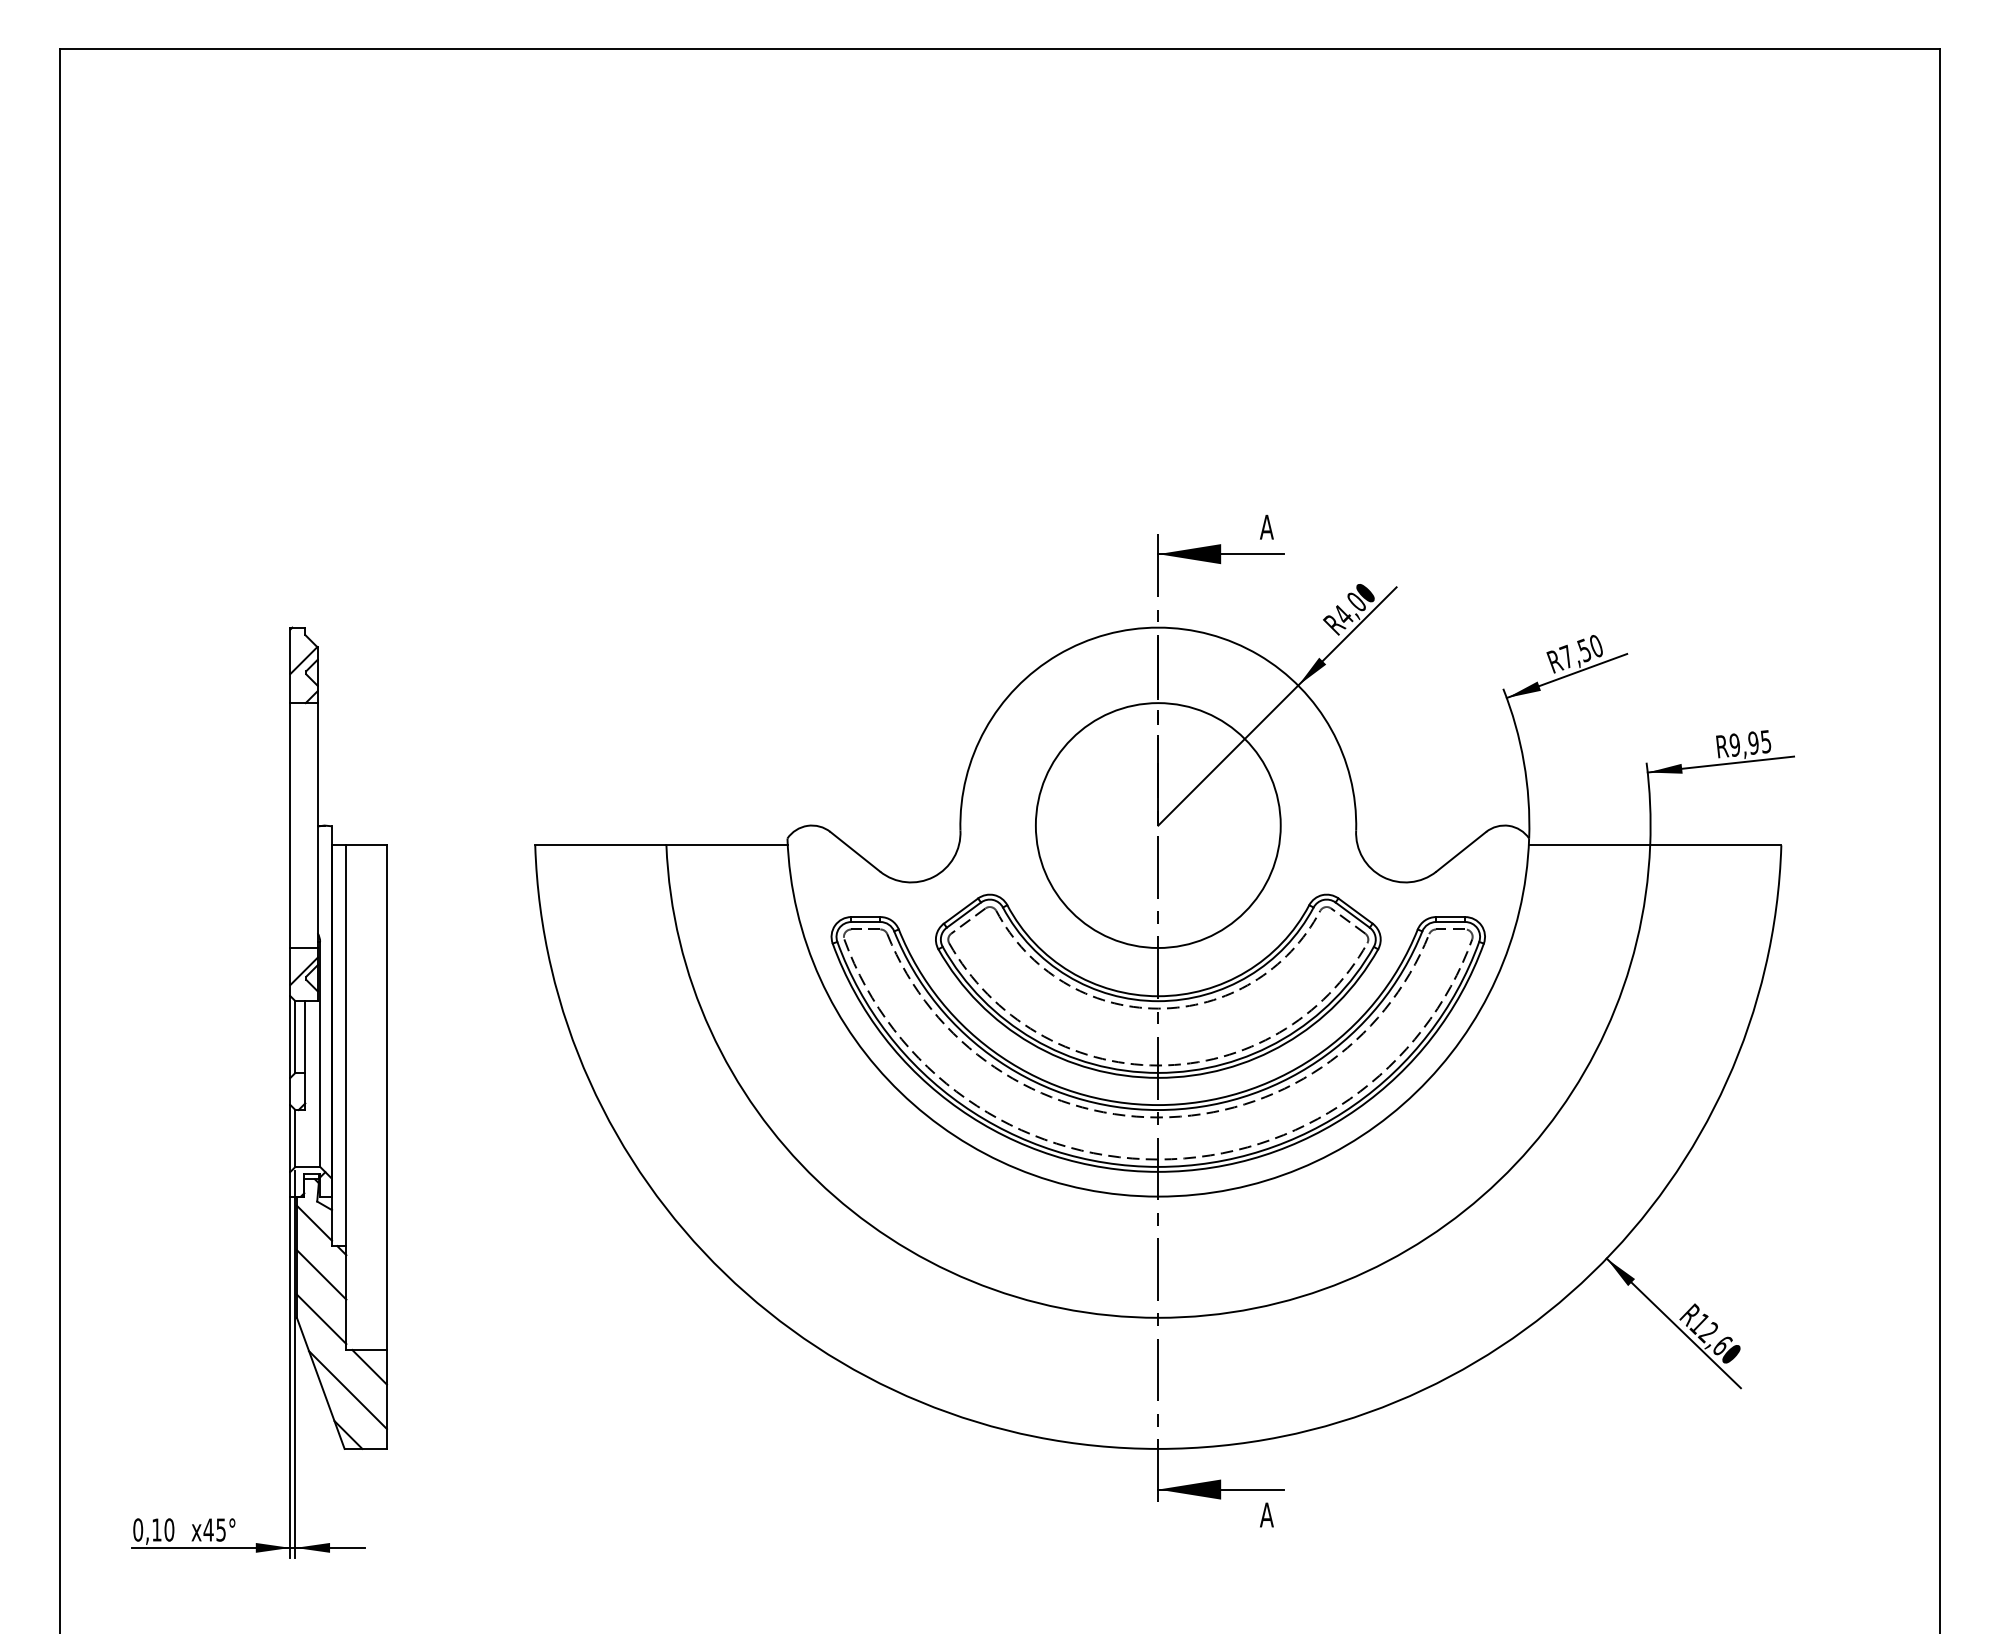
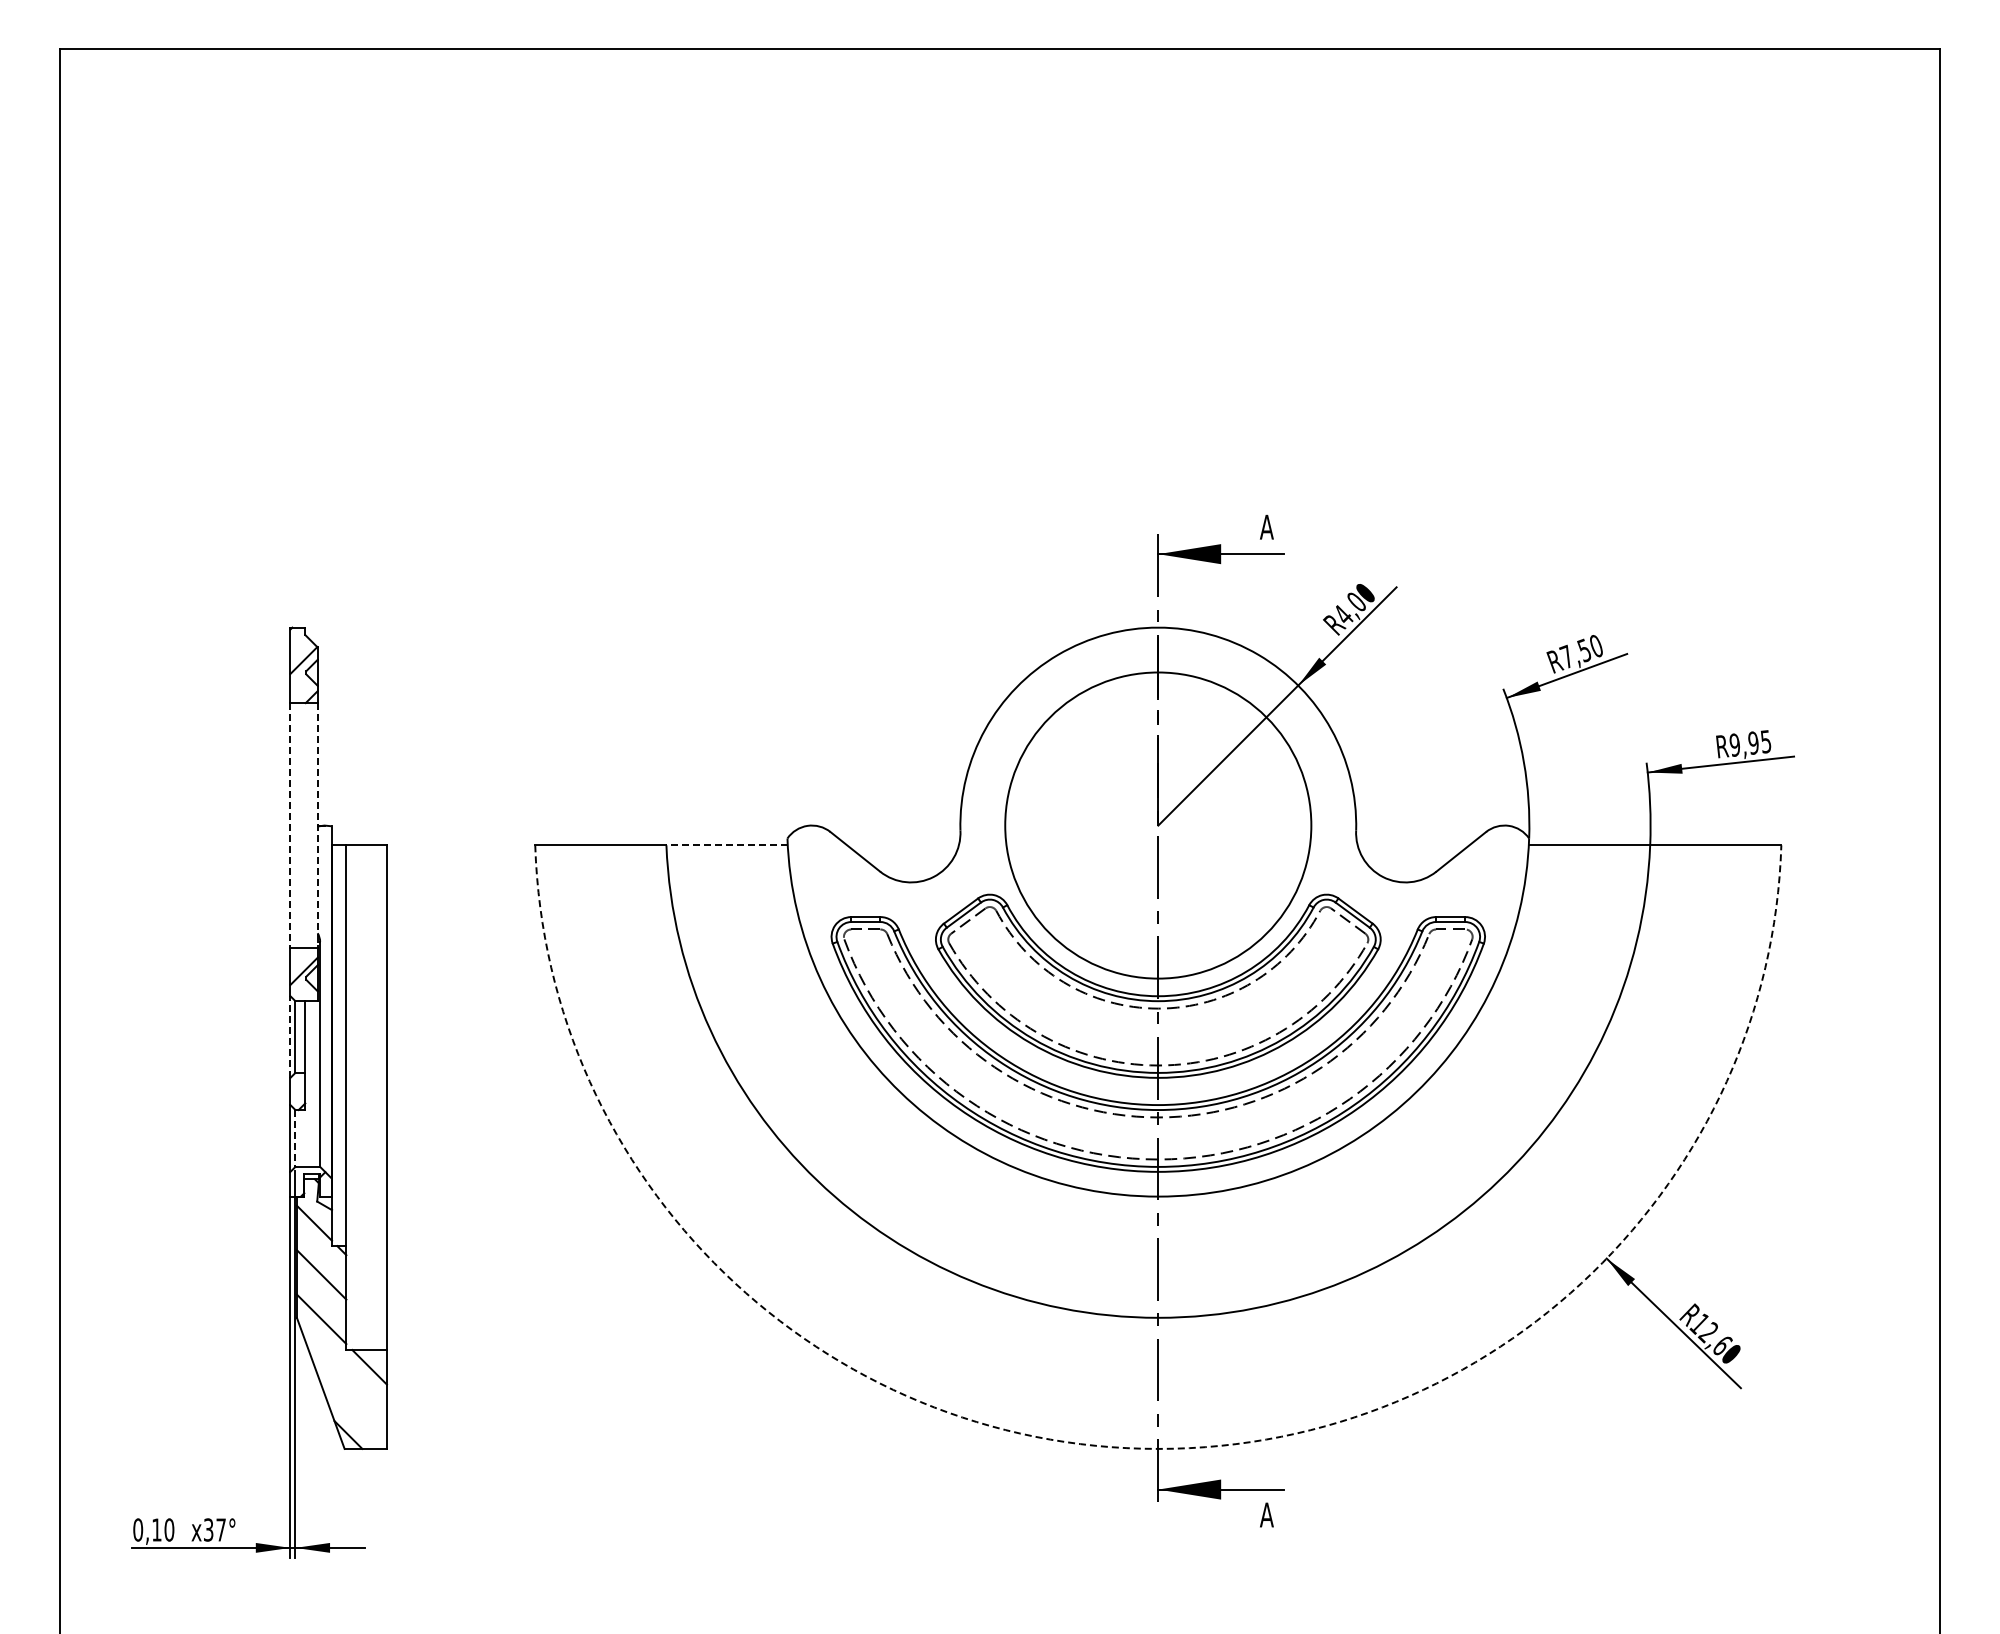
circle at (1157, 825) diameter: 245 px -> 306 px
line at (290, 826): solid -> dashed
line at (317, 826): solid -> dashed
line at (727, 845): solid -> dashed
line at (290, 1037): solid -> dashed
line at (295, 1138): solid -> dashed
line at (347, 1390): present -> none
arc at (1158, 1448): solid -> dashed
text at (214, 1529): x45° -> x37°
